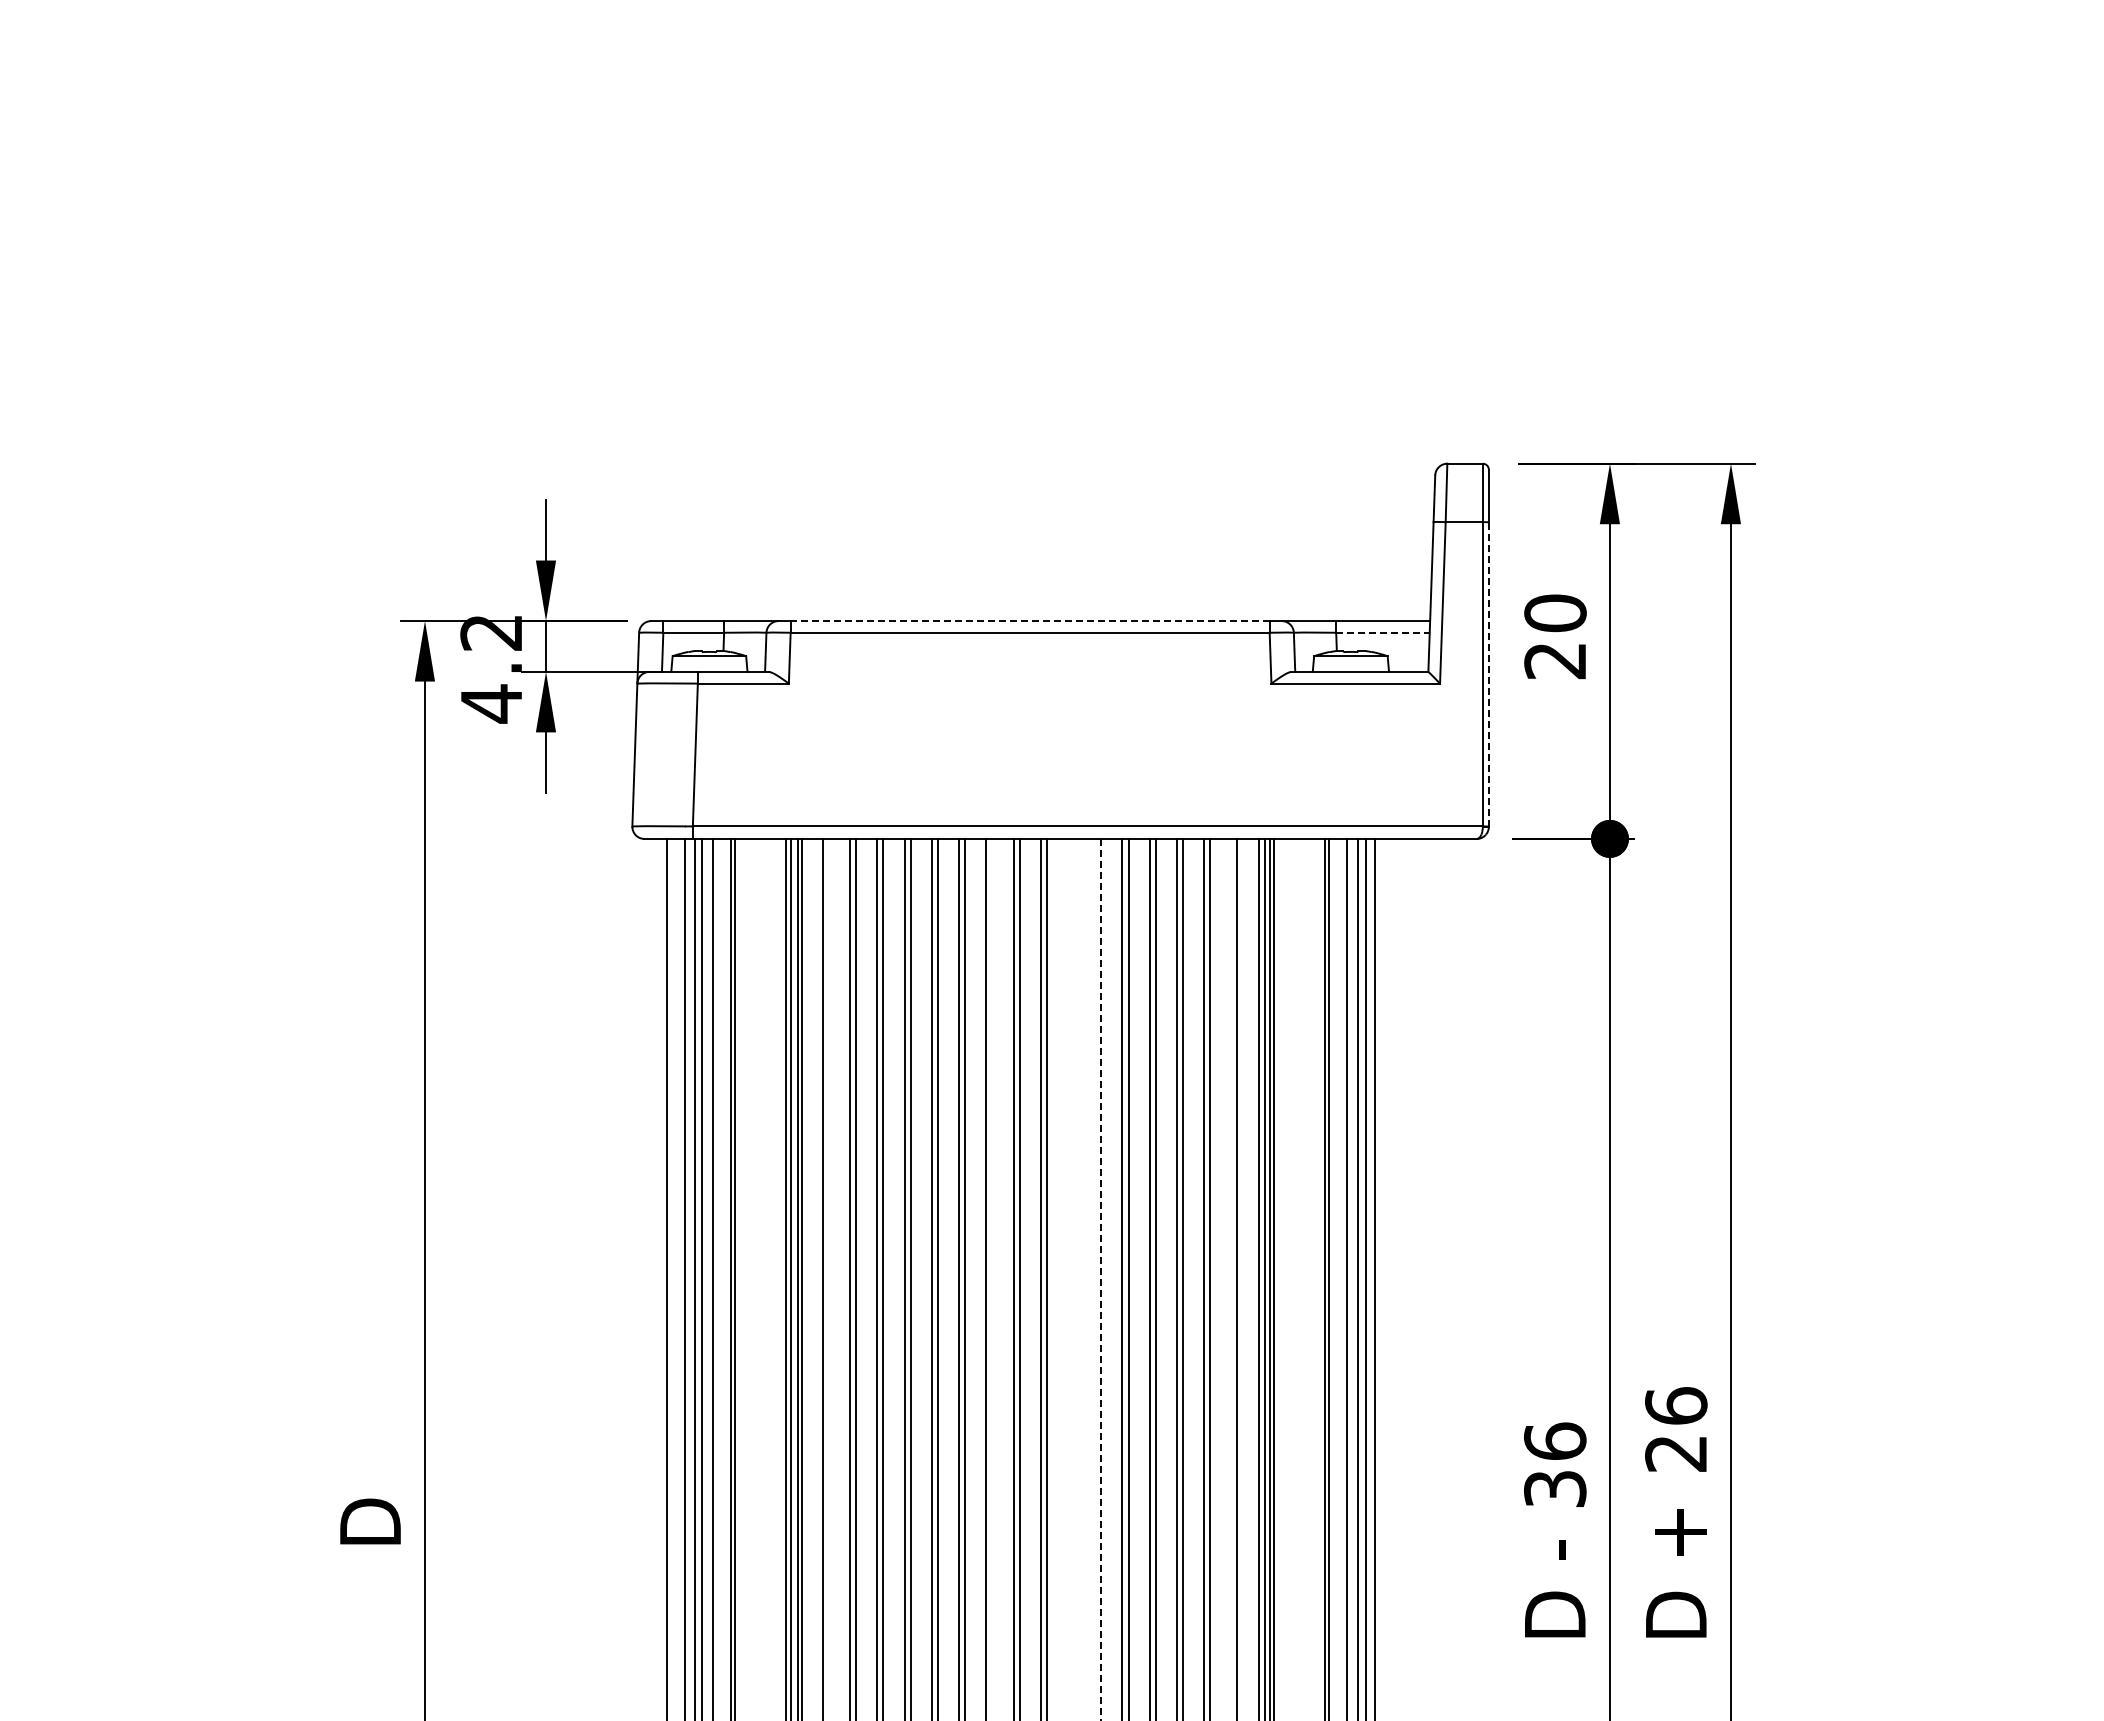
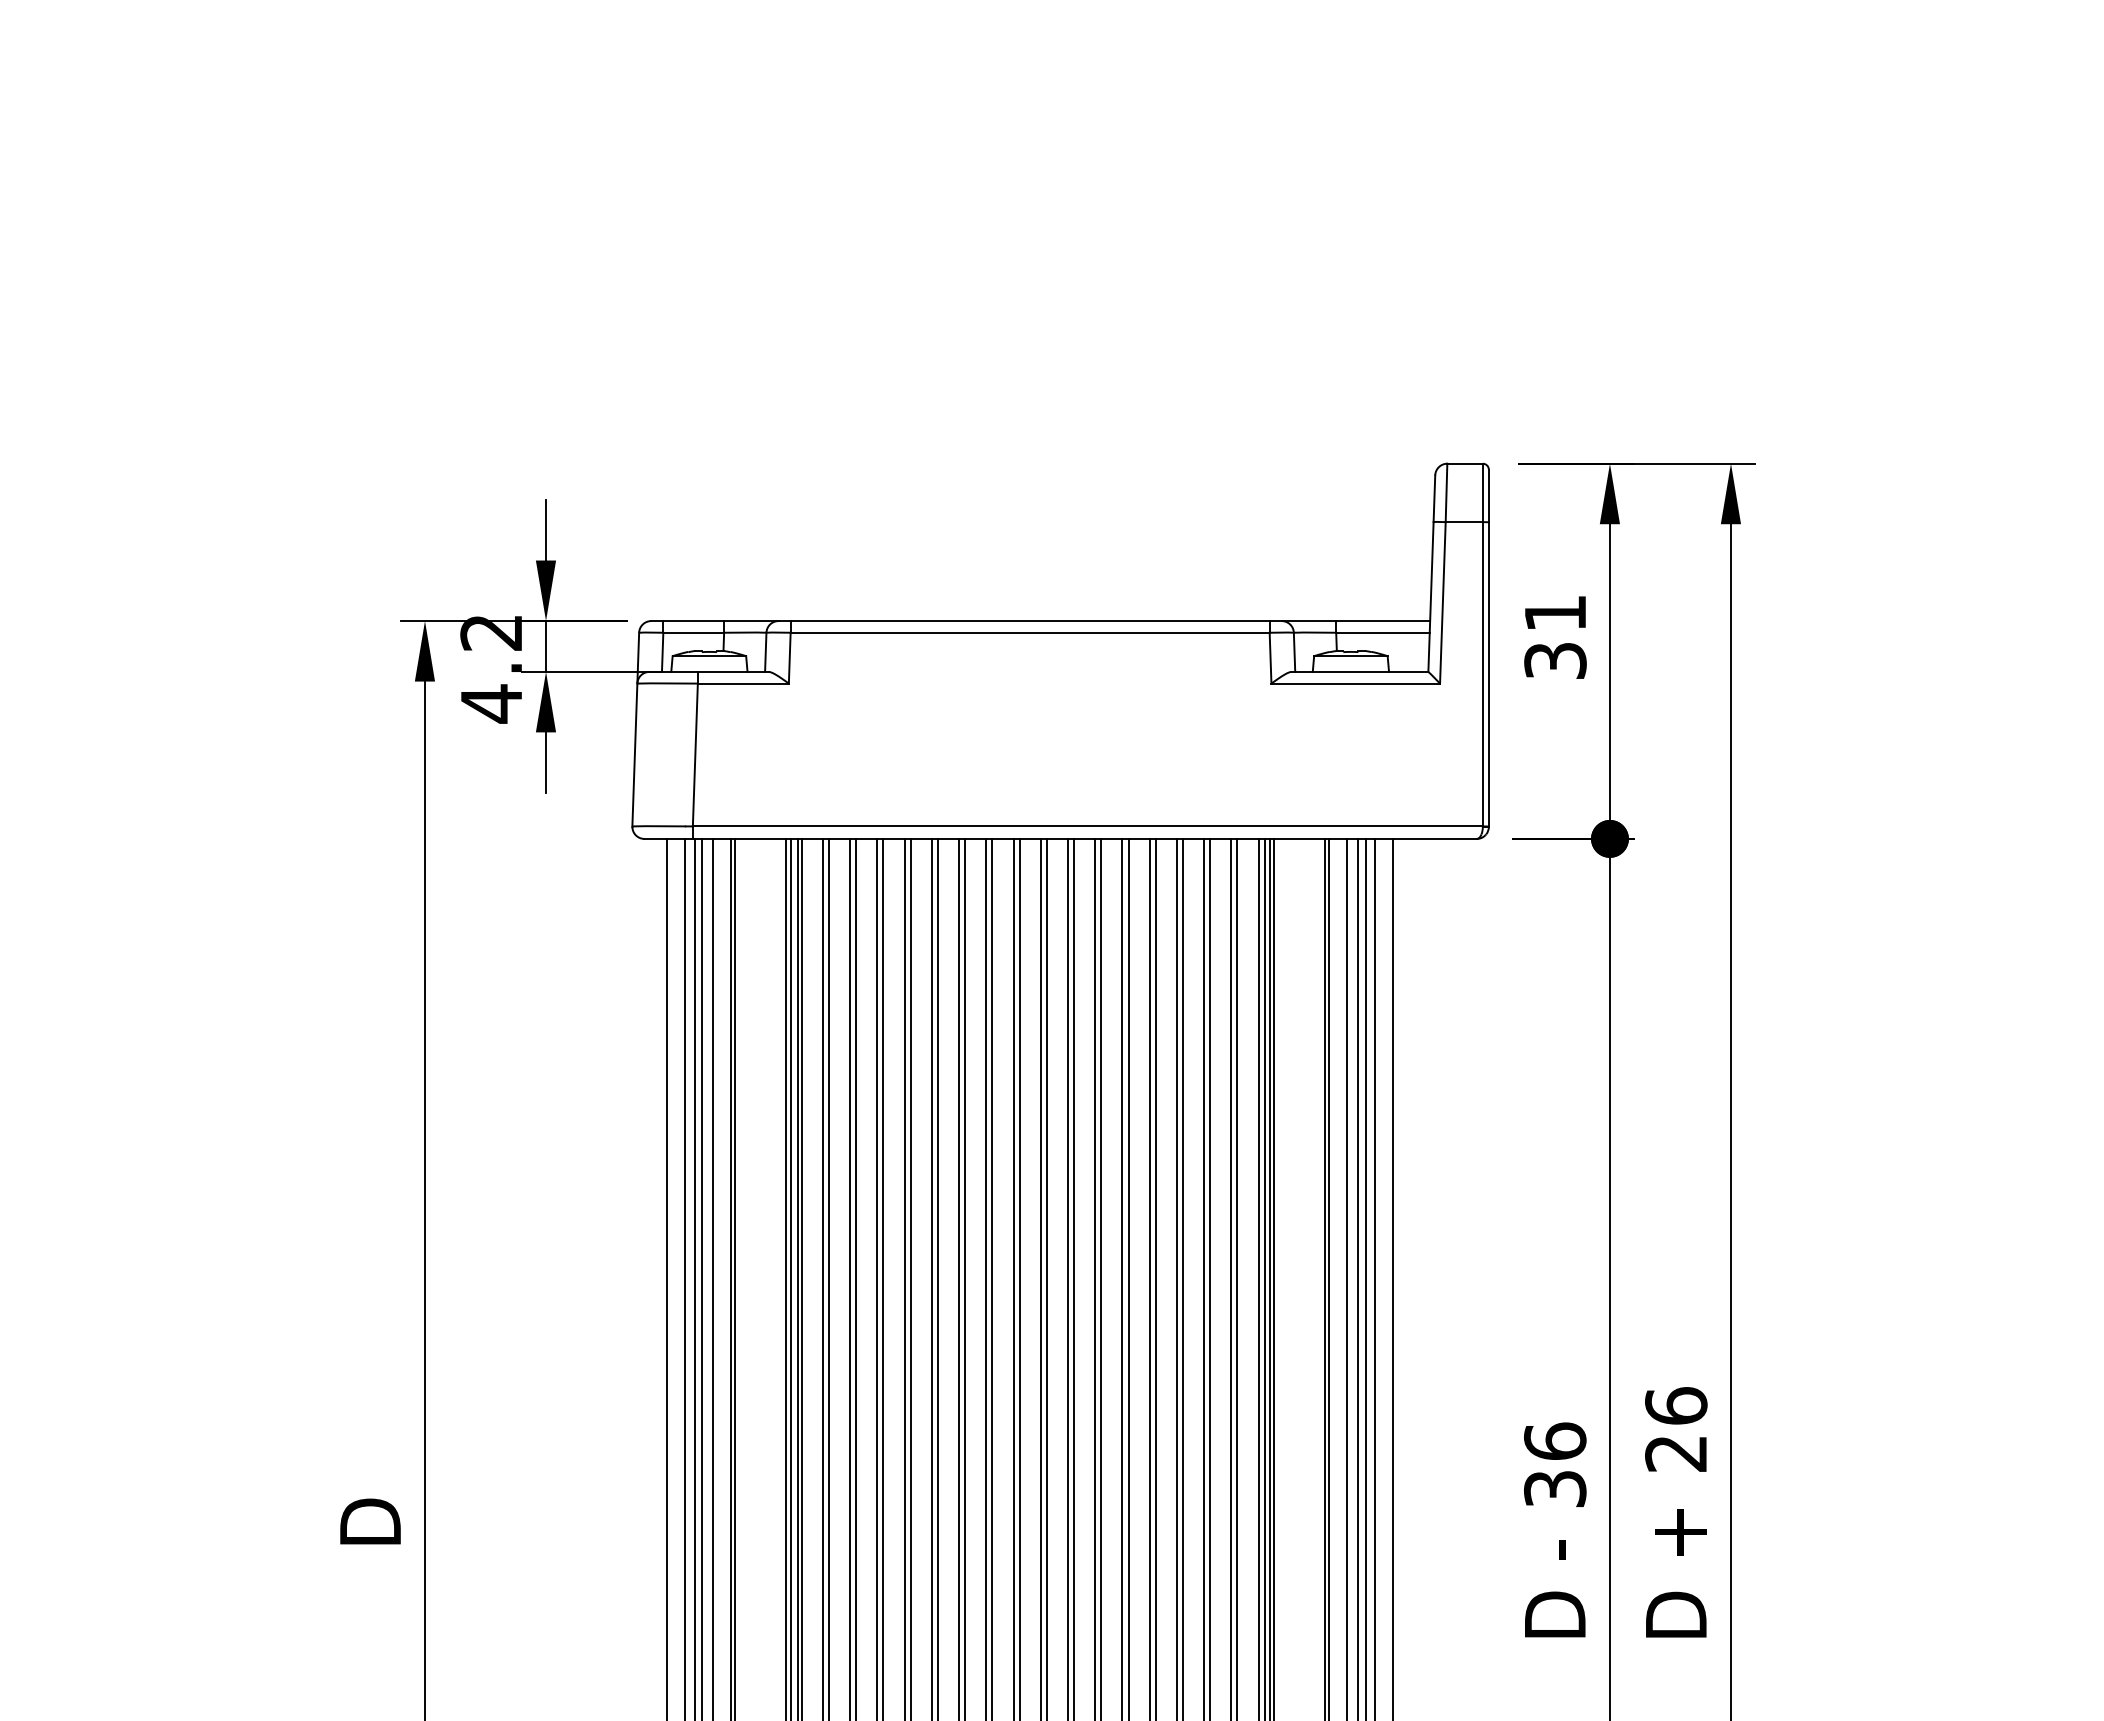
line at (1030, 621): dashed -> solid
line at (1382, 632): dashed -> solid
text at (1555, 636): 20 -> 31
line at (1488, 673): dashed -> solid
line at (828, 1277): none -> present
line at (992, 1277): none -> present
line at (1067, 1277): none -> present
line at (1074, 1277): none -> present
line at (1095, 1277): none -> present
line at (1231, 1277): none -> present
line at (1393, 1277): none -> present
line at (1101, 1279): dashed -> solid
